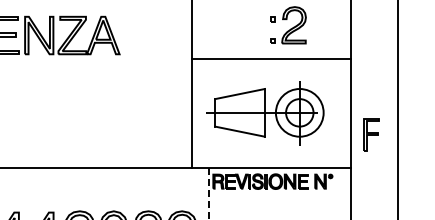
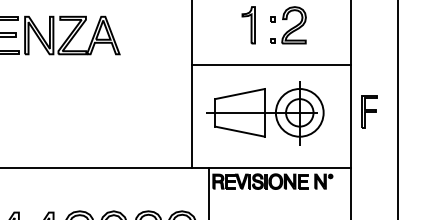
part at (248, 25): none -> present
line at (271, 58) position: (271, 58) -> (271, 64)
part at (371, 134) position: (371, 134) -> (369, 111)
line at (208, 194): dashed -> solid
